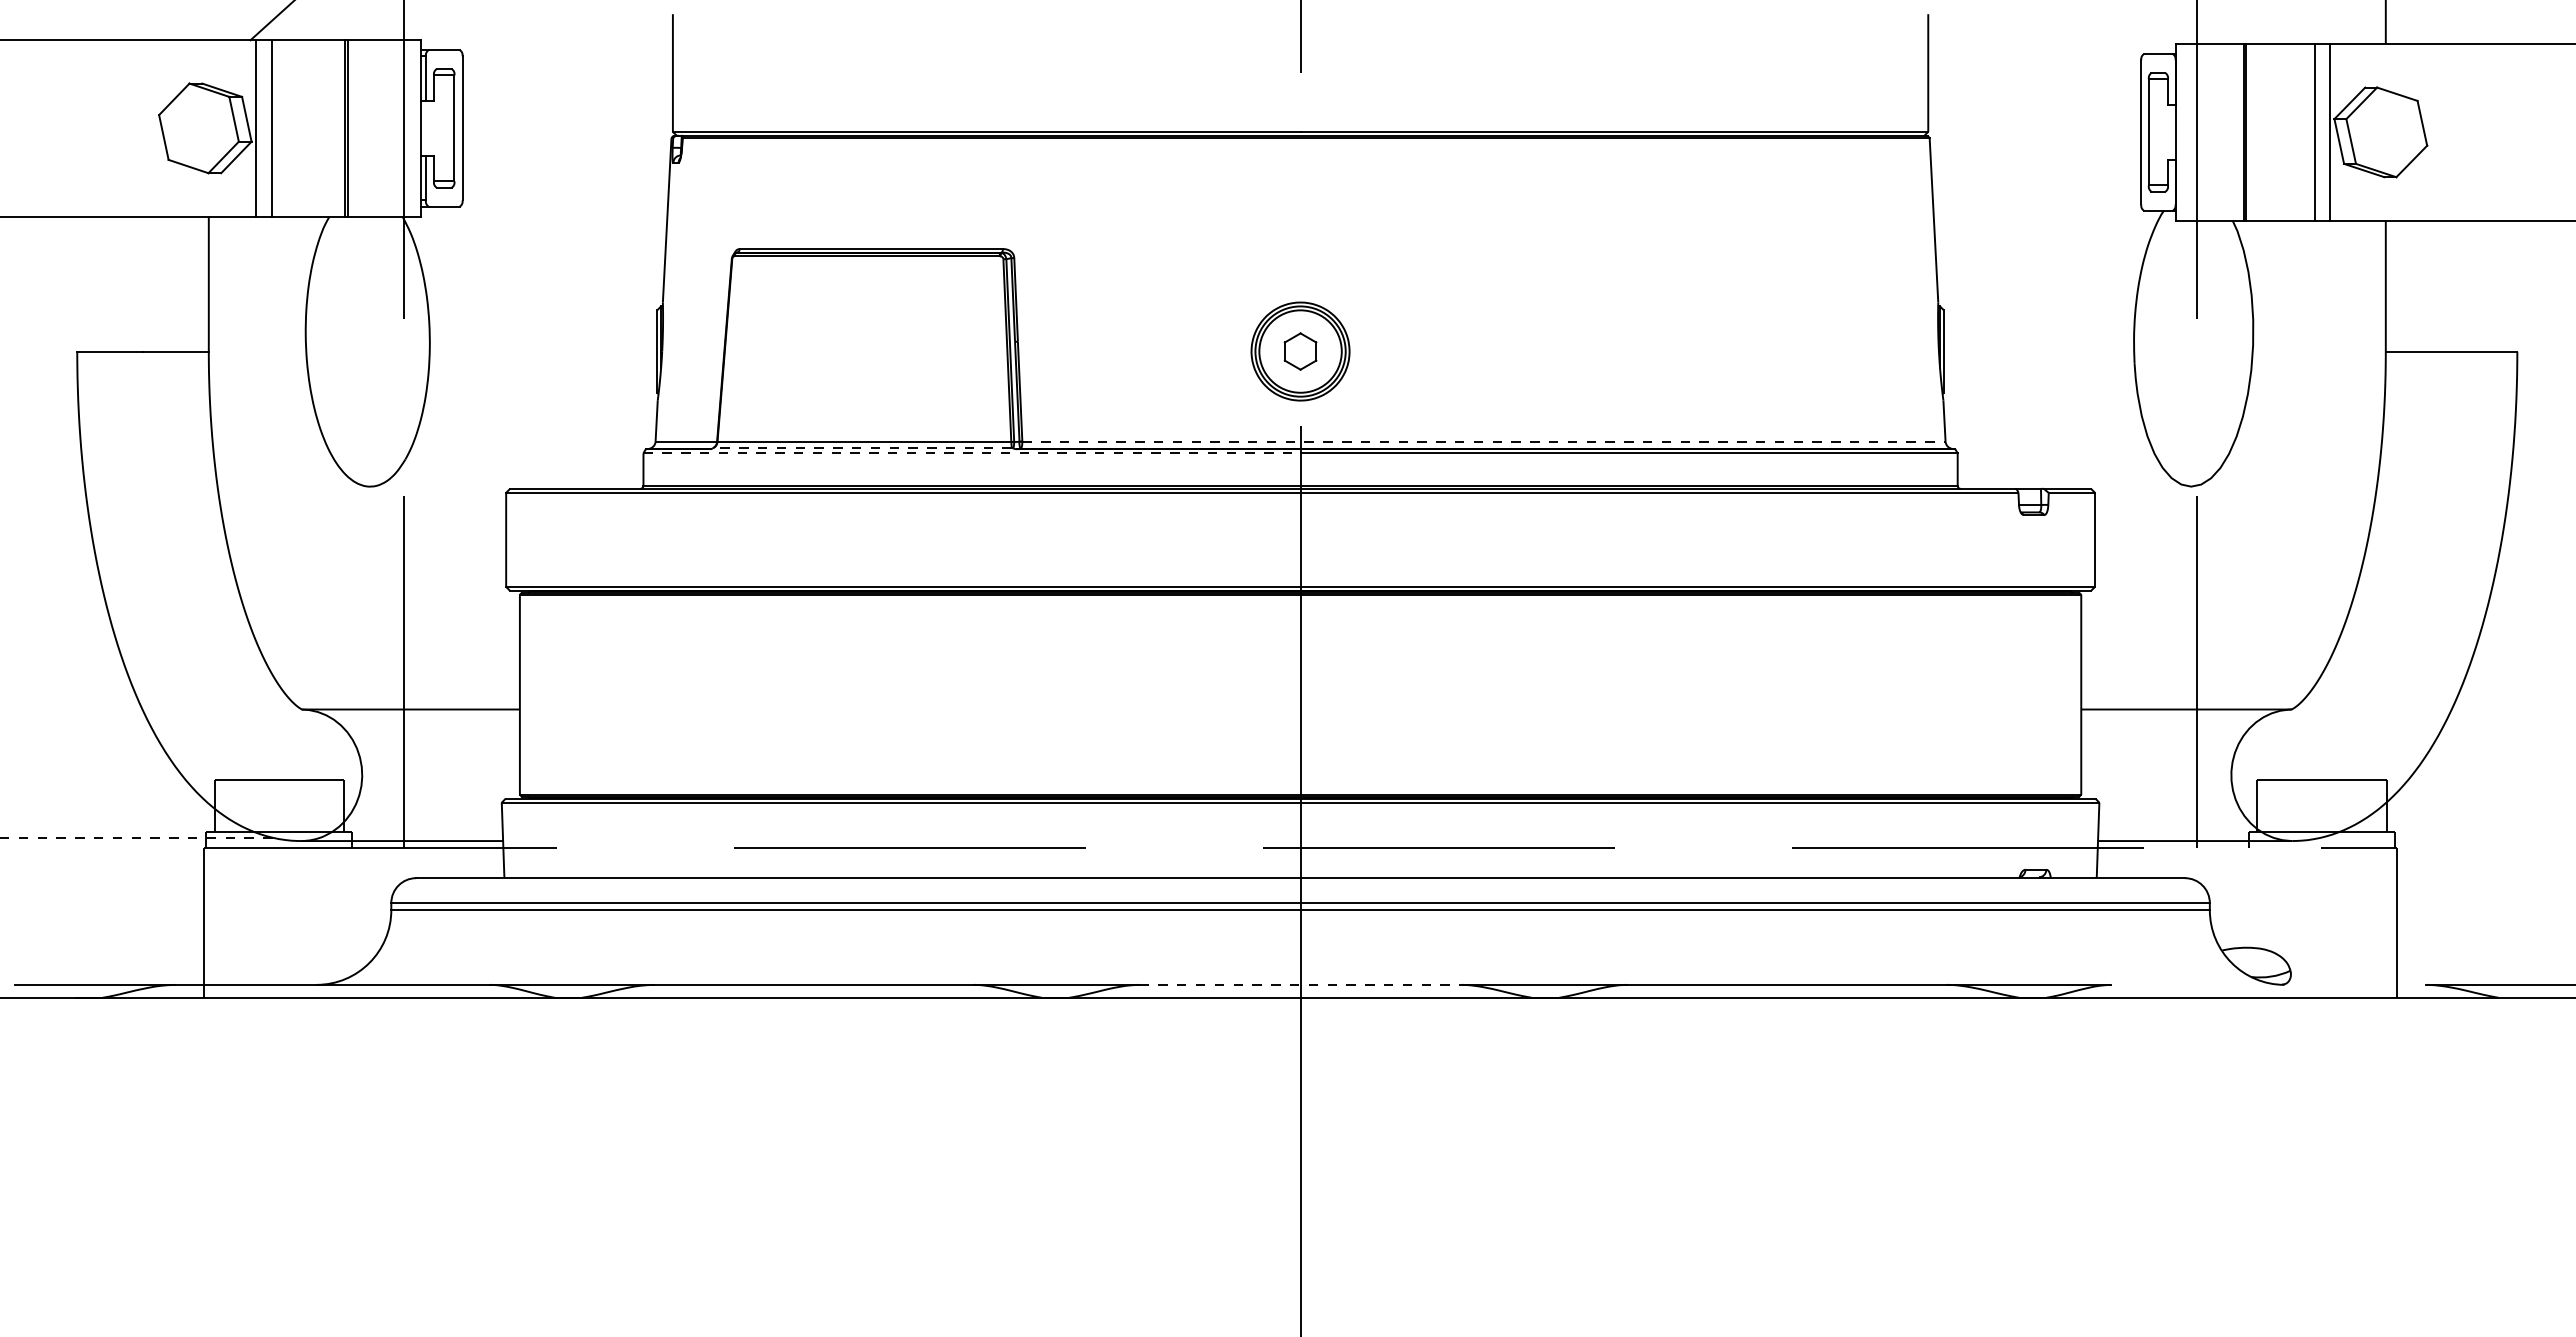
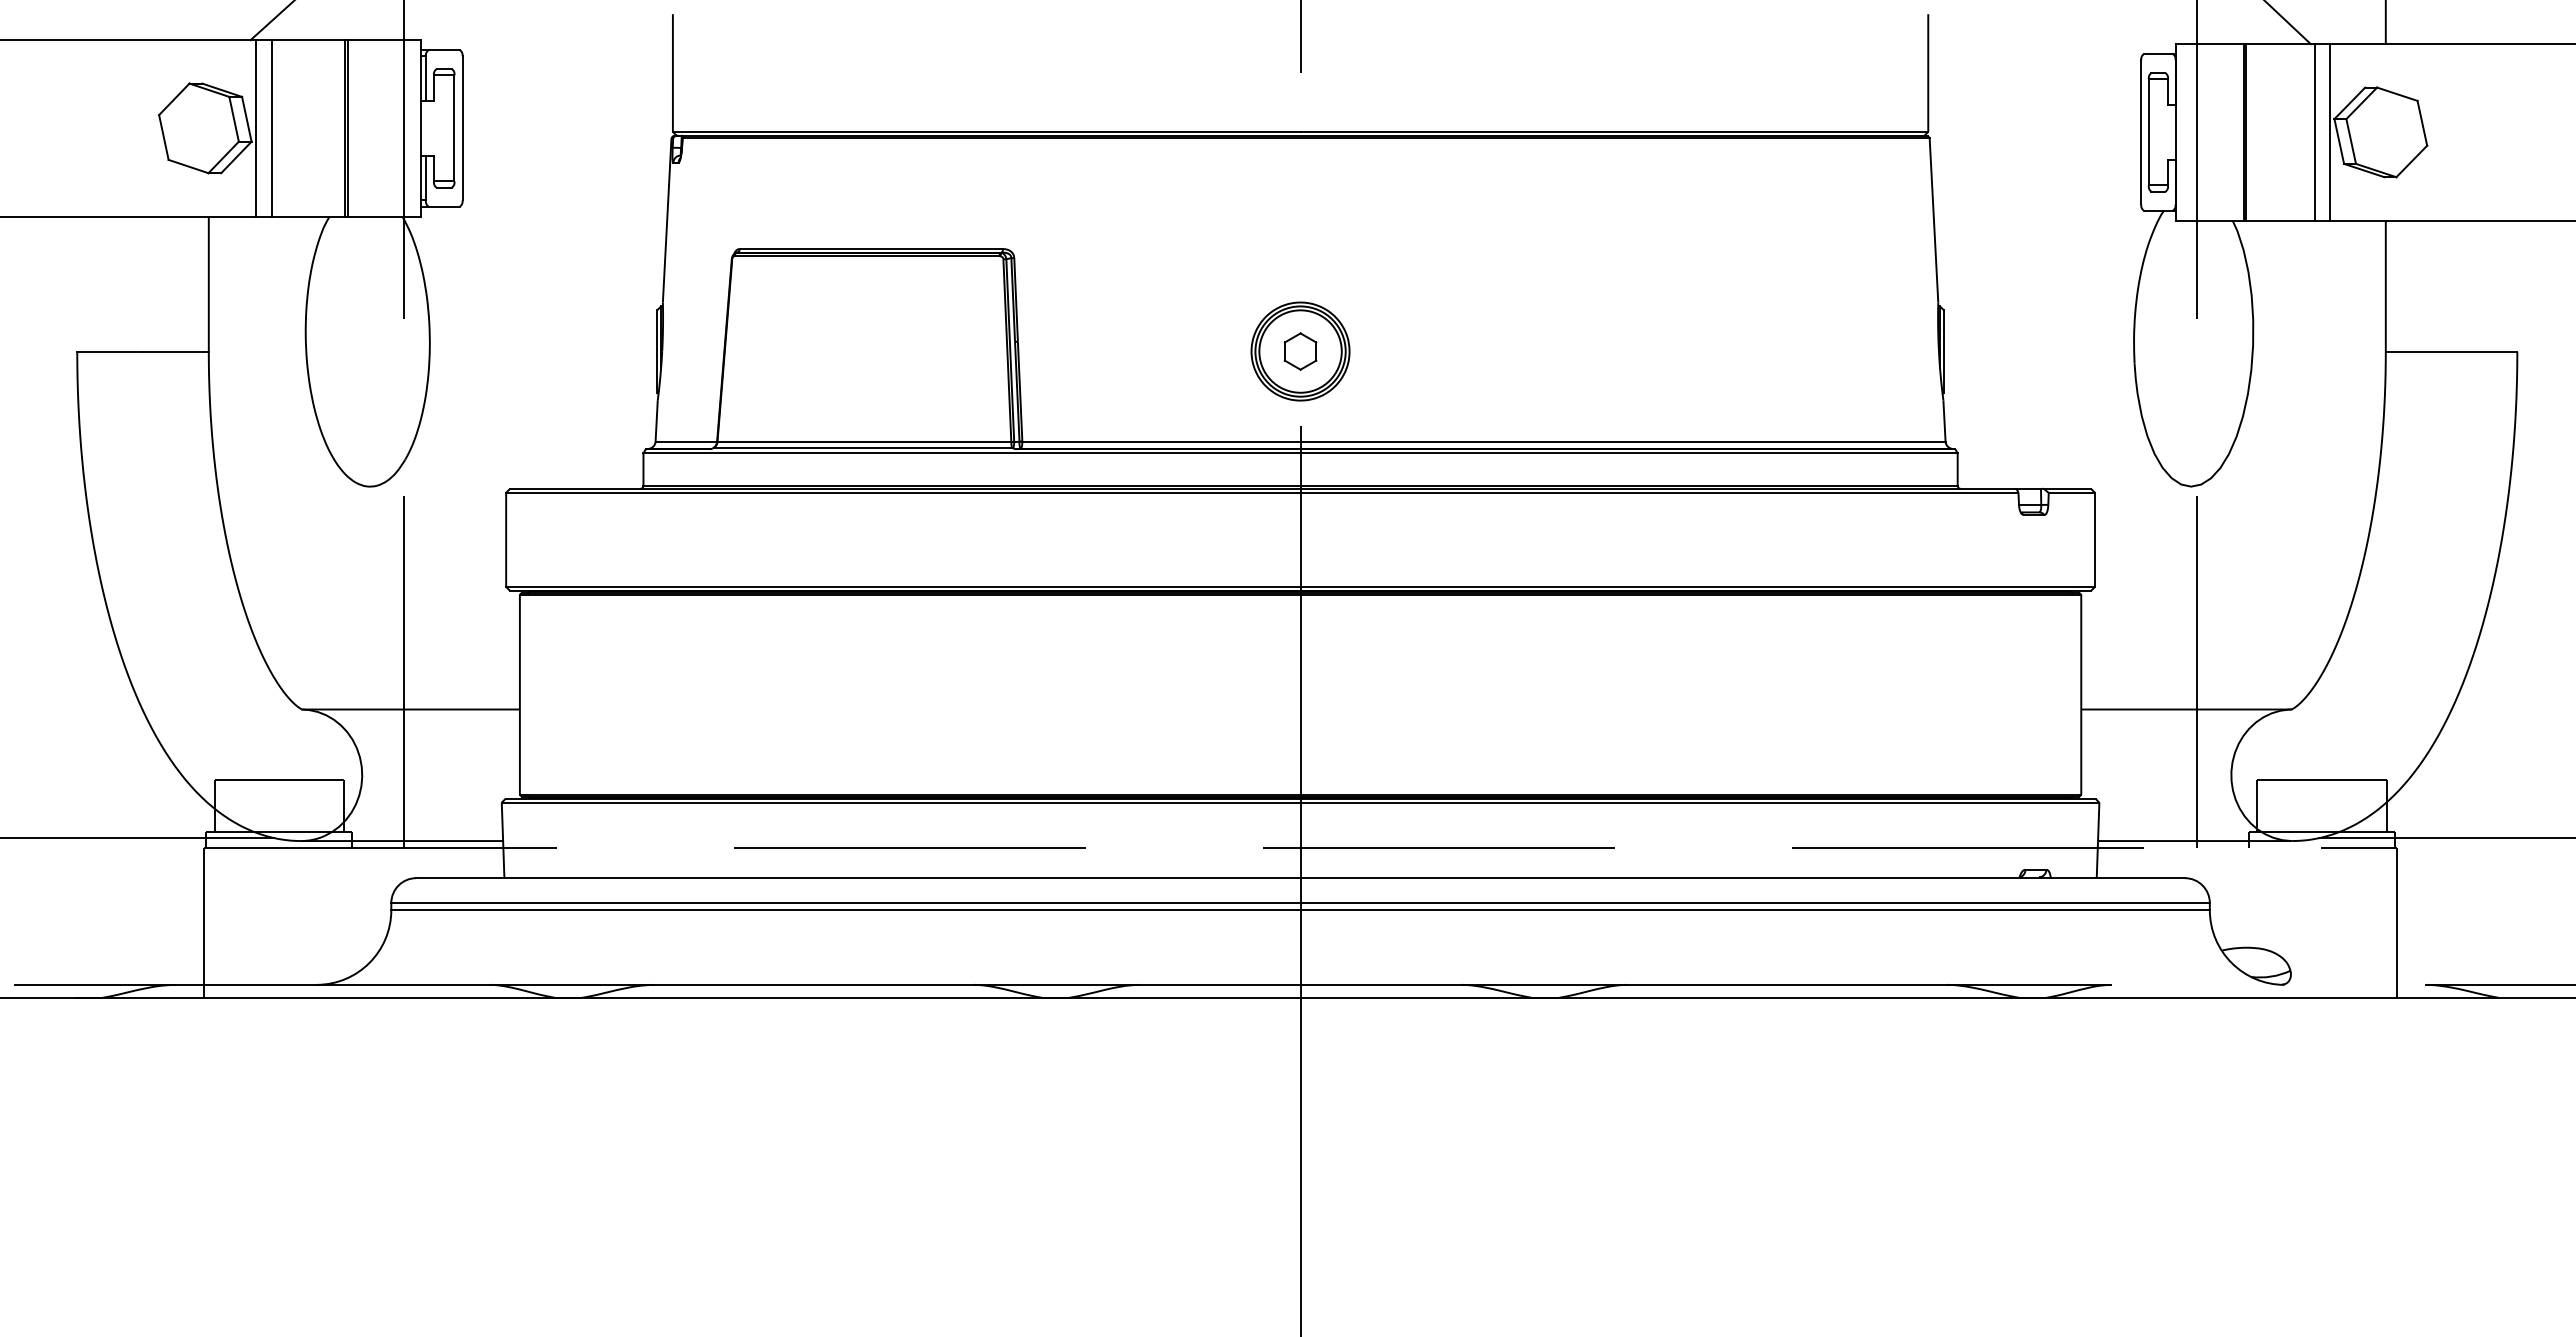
line at (2288, 23): none -> present
line at (1483, 441): dashed -> solid
line at (862, 447): dashed -> solid
line at (972, 453): dashed -> solid
line at (137, 838): dashed -> solid
line at (2445, 838): none -> present
line at (1301, 984): dashed -> solid
